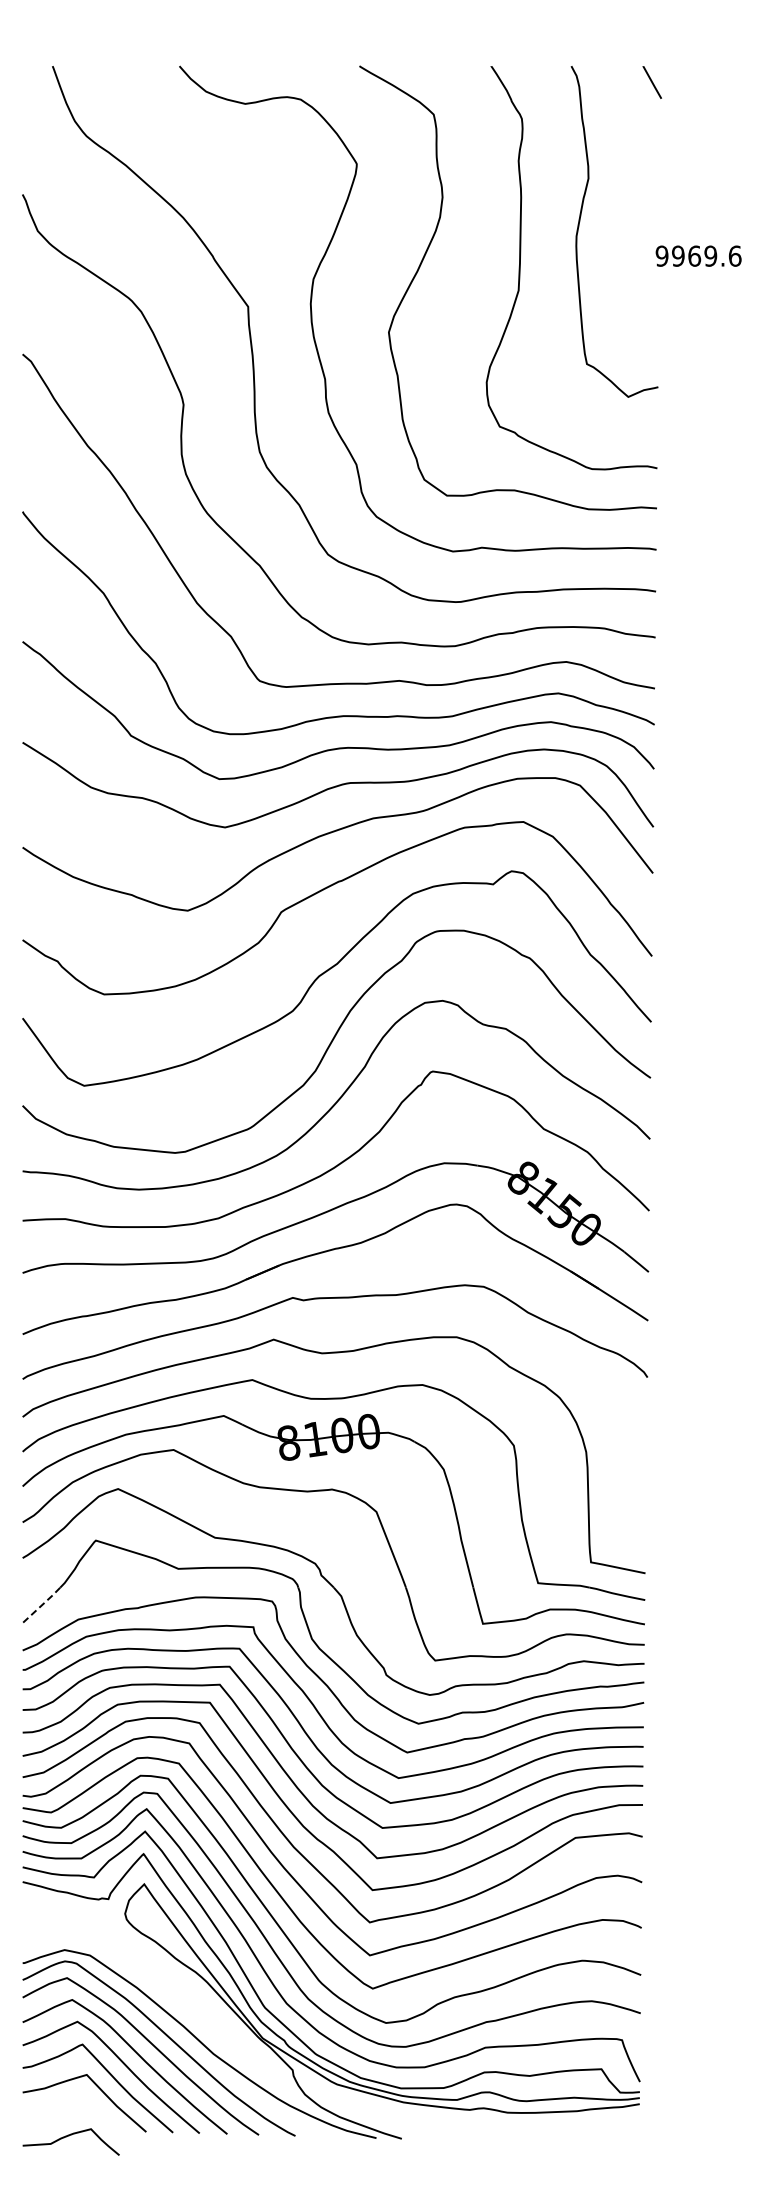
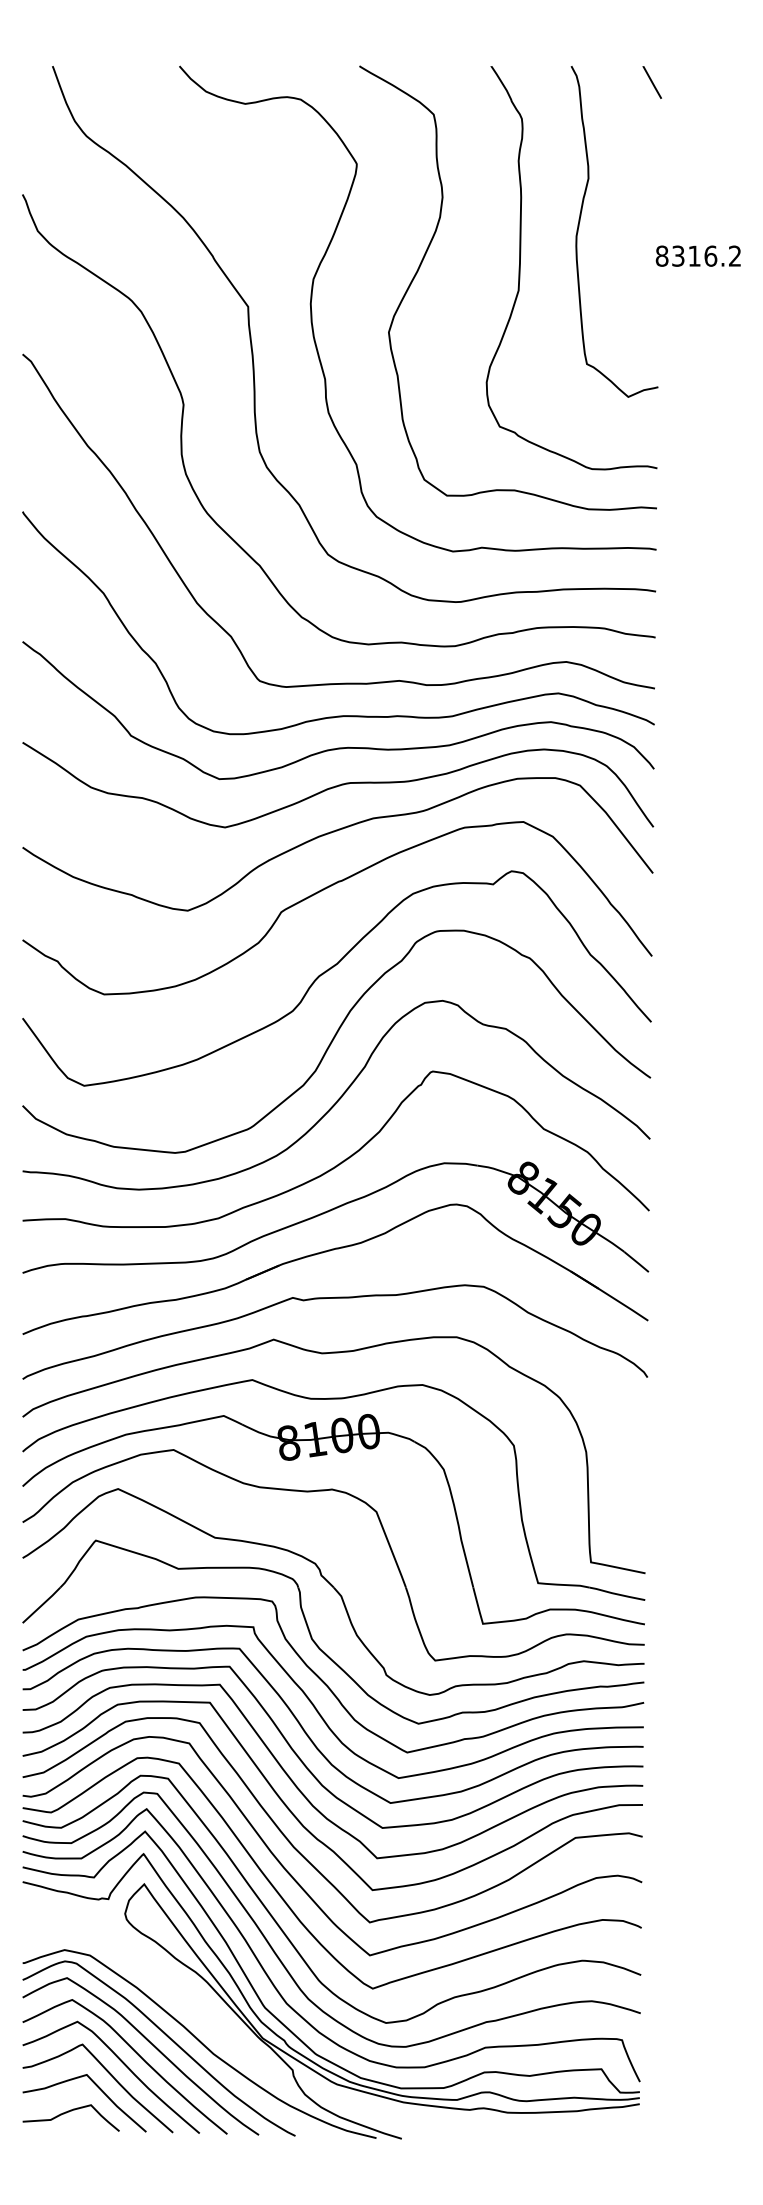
text at (698, 255): 9969.6 -> 8316.2
line at (42, 1604): dashed -> solid
curve at (69, 2136) position: (69, 2136) -> (69, 2112)
